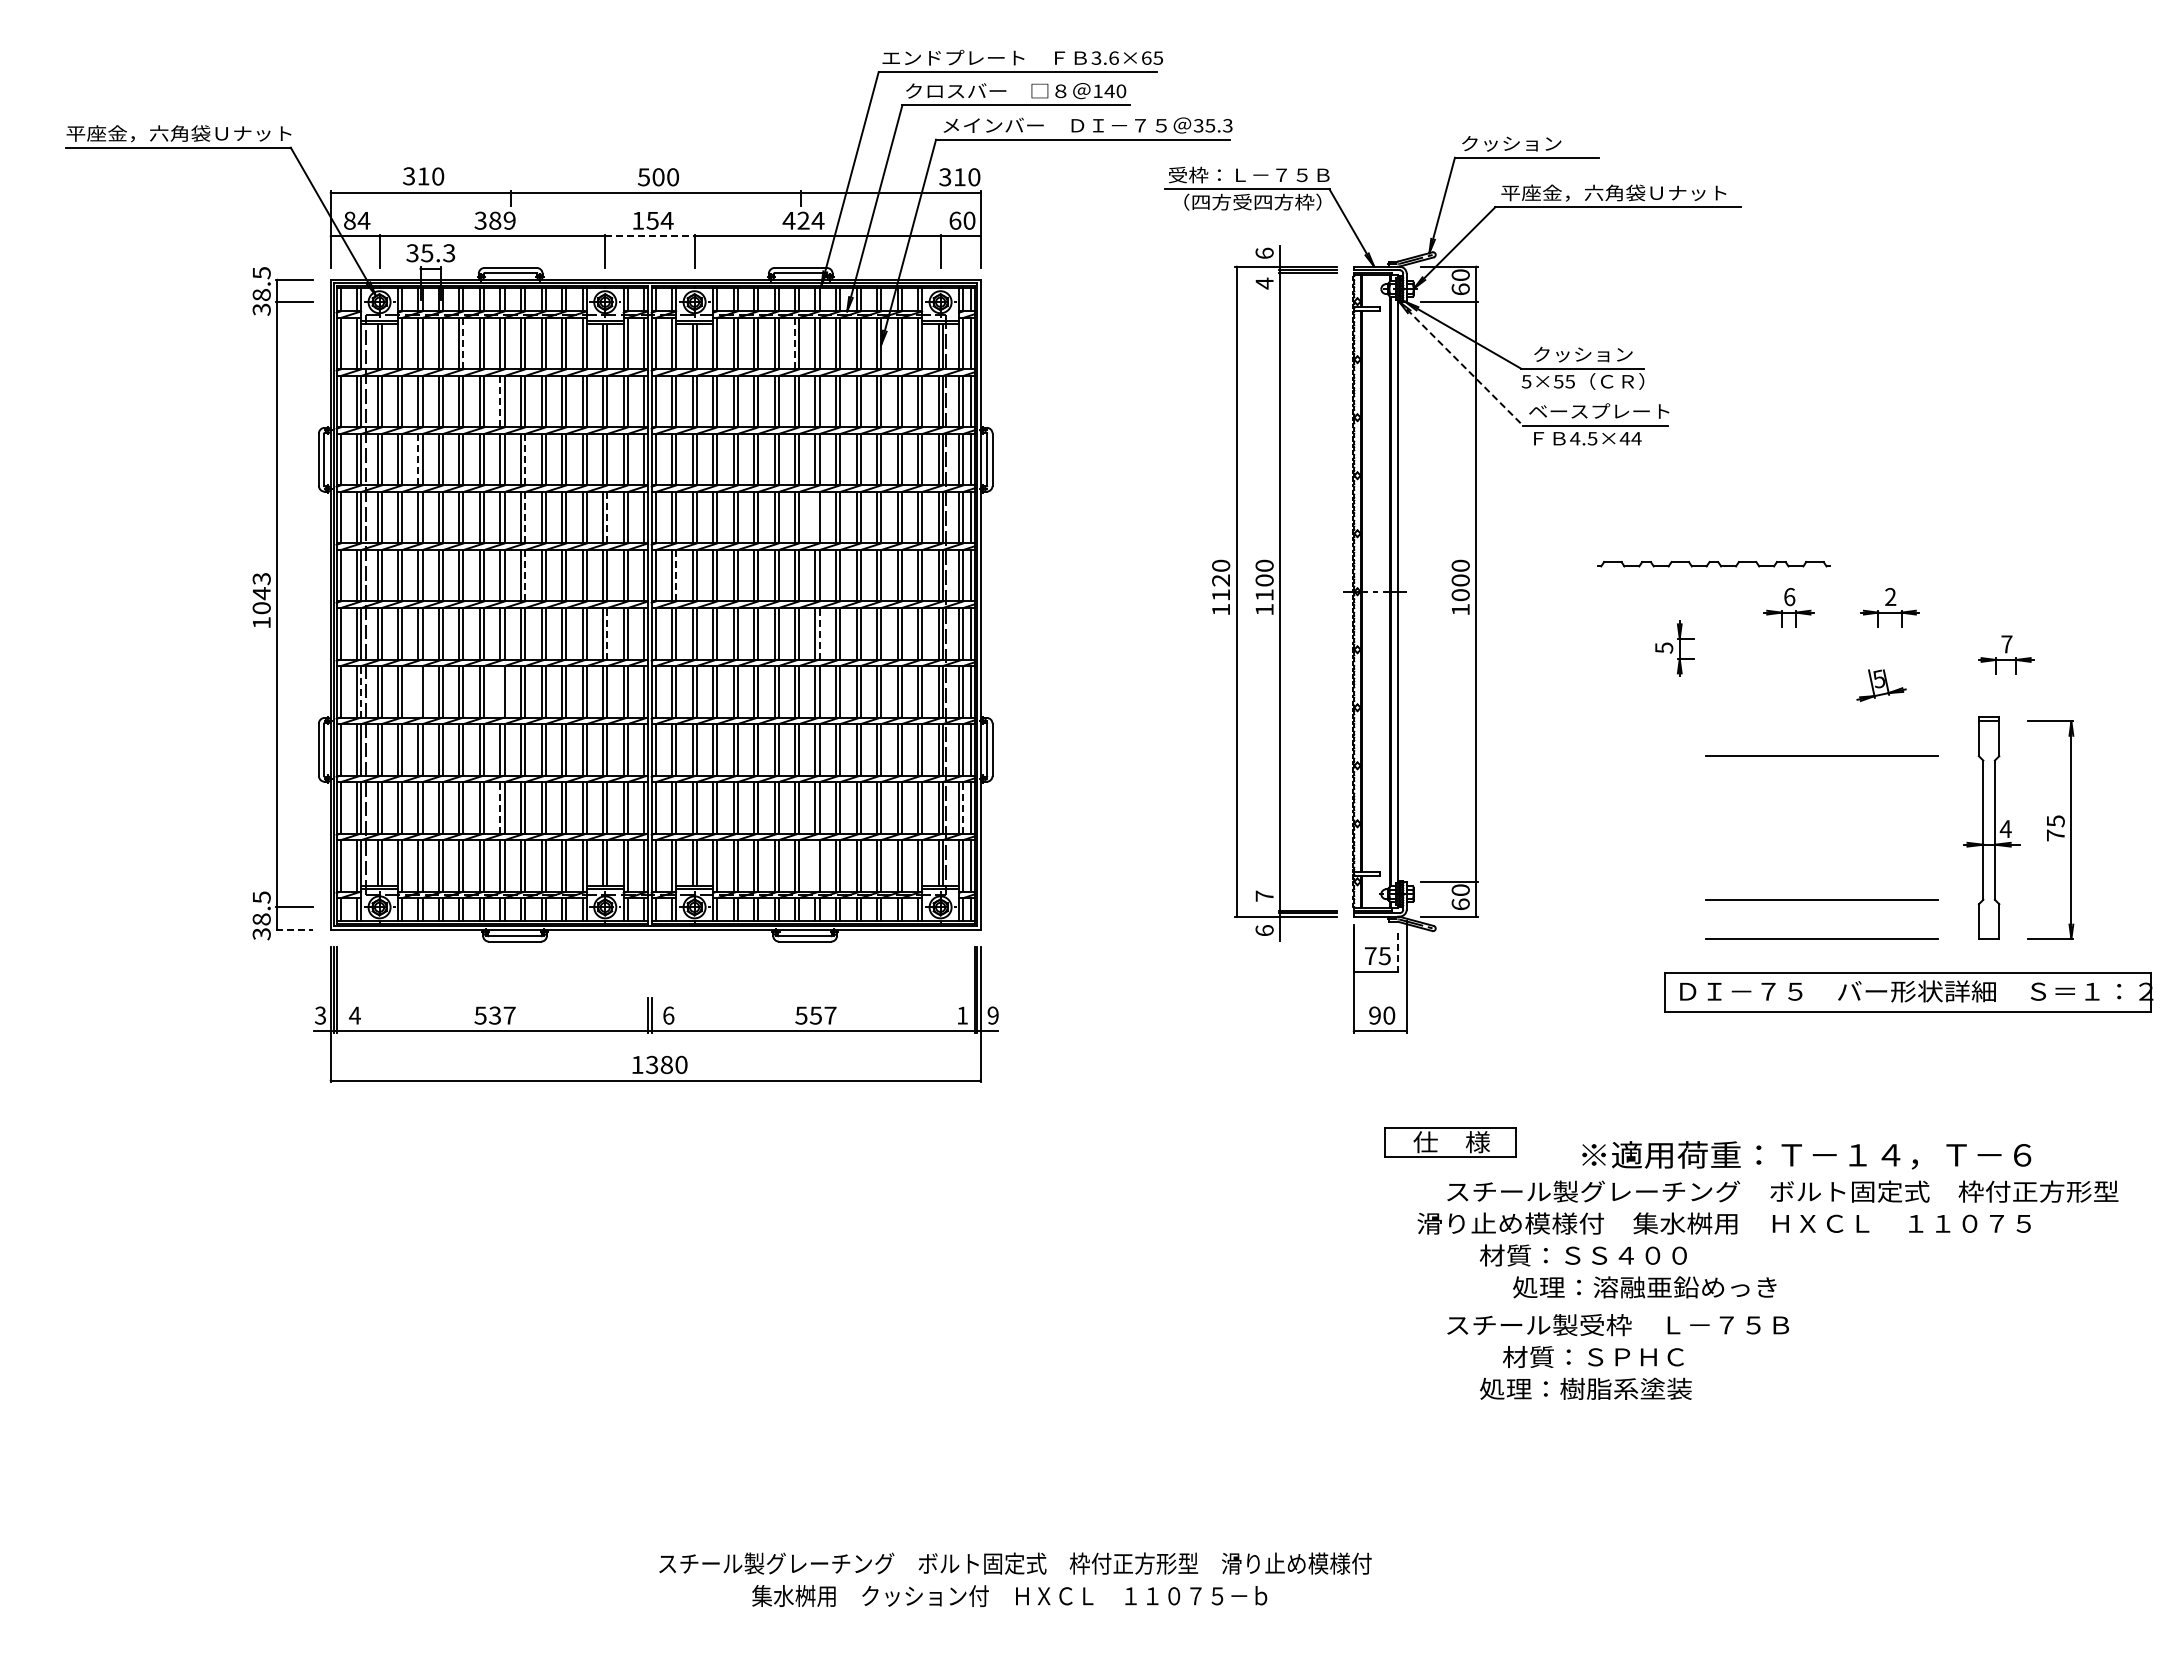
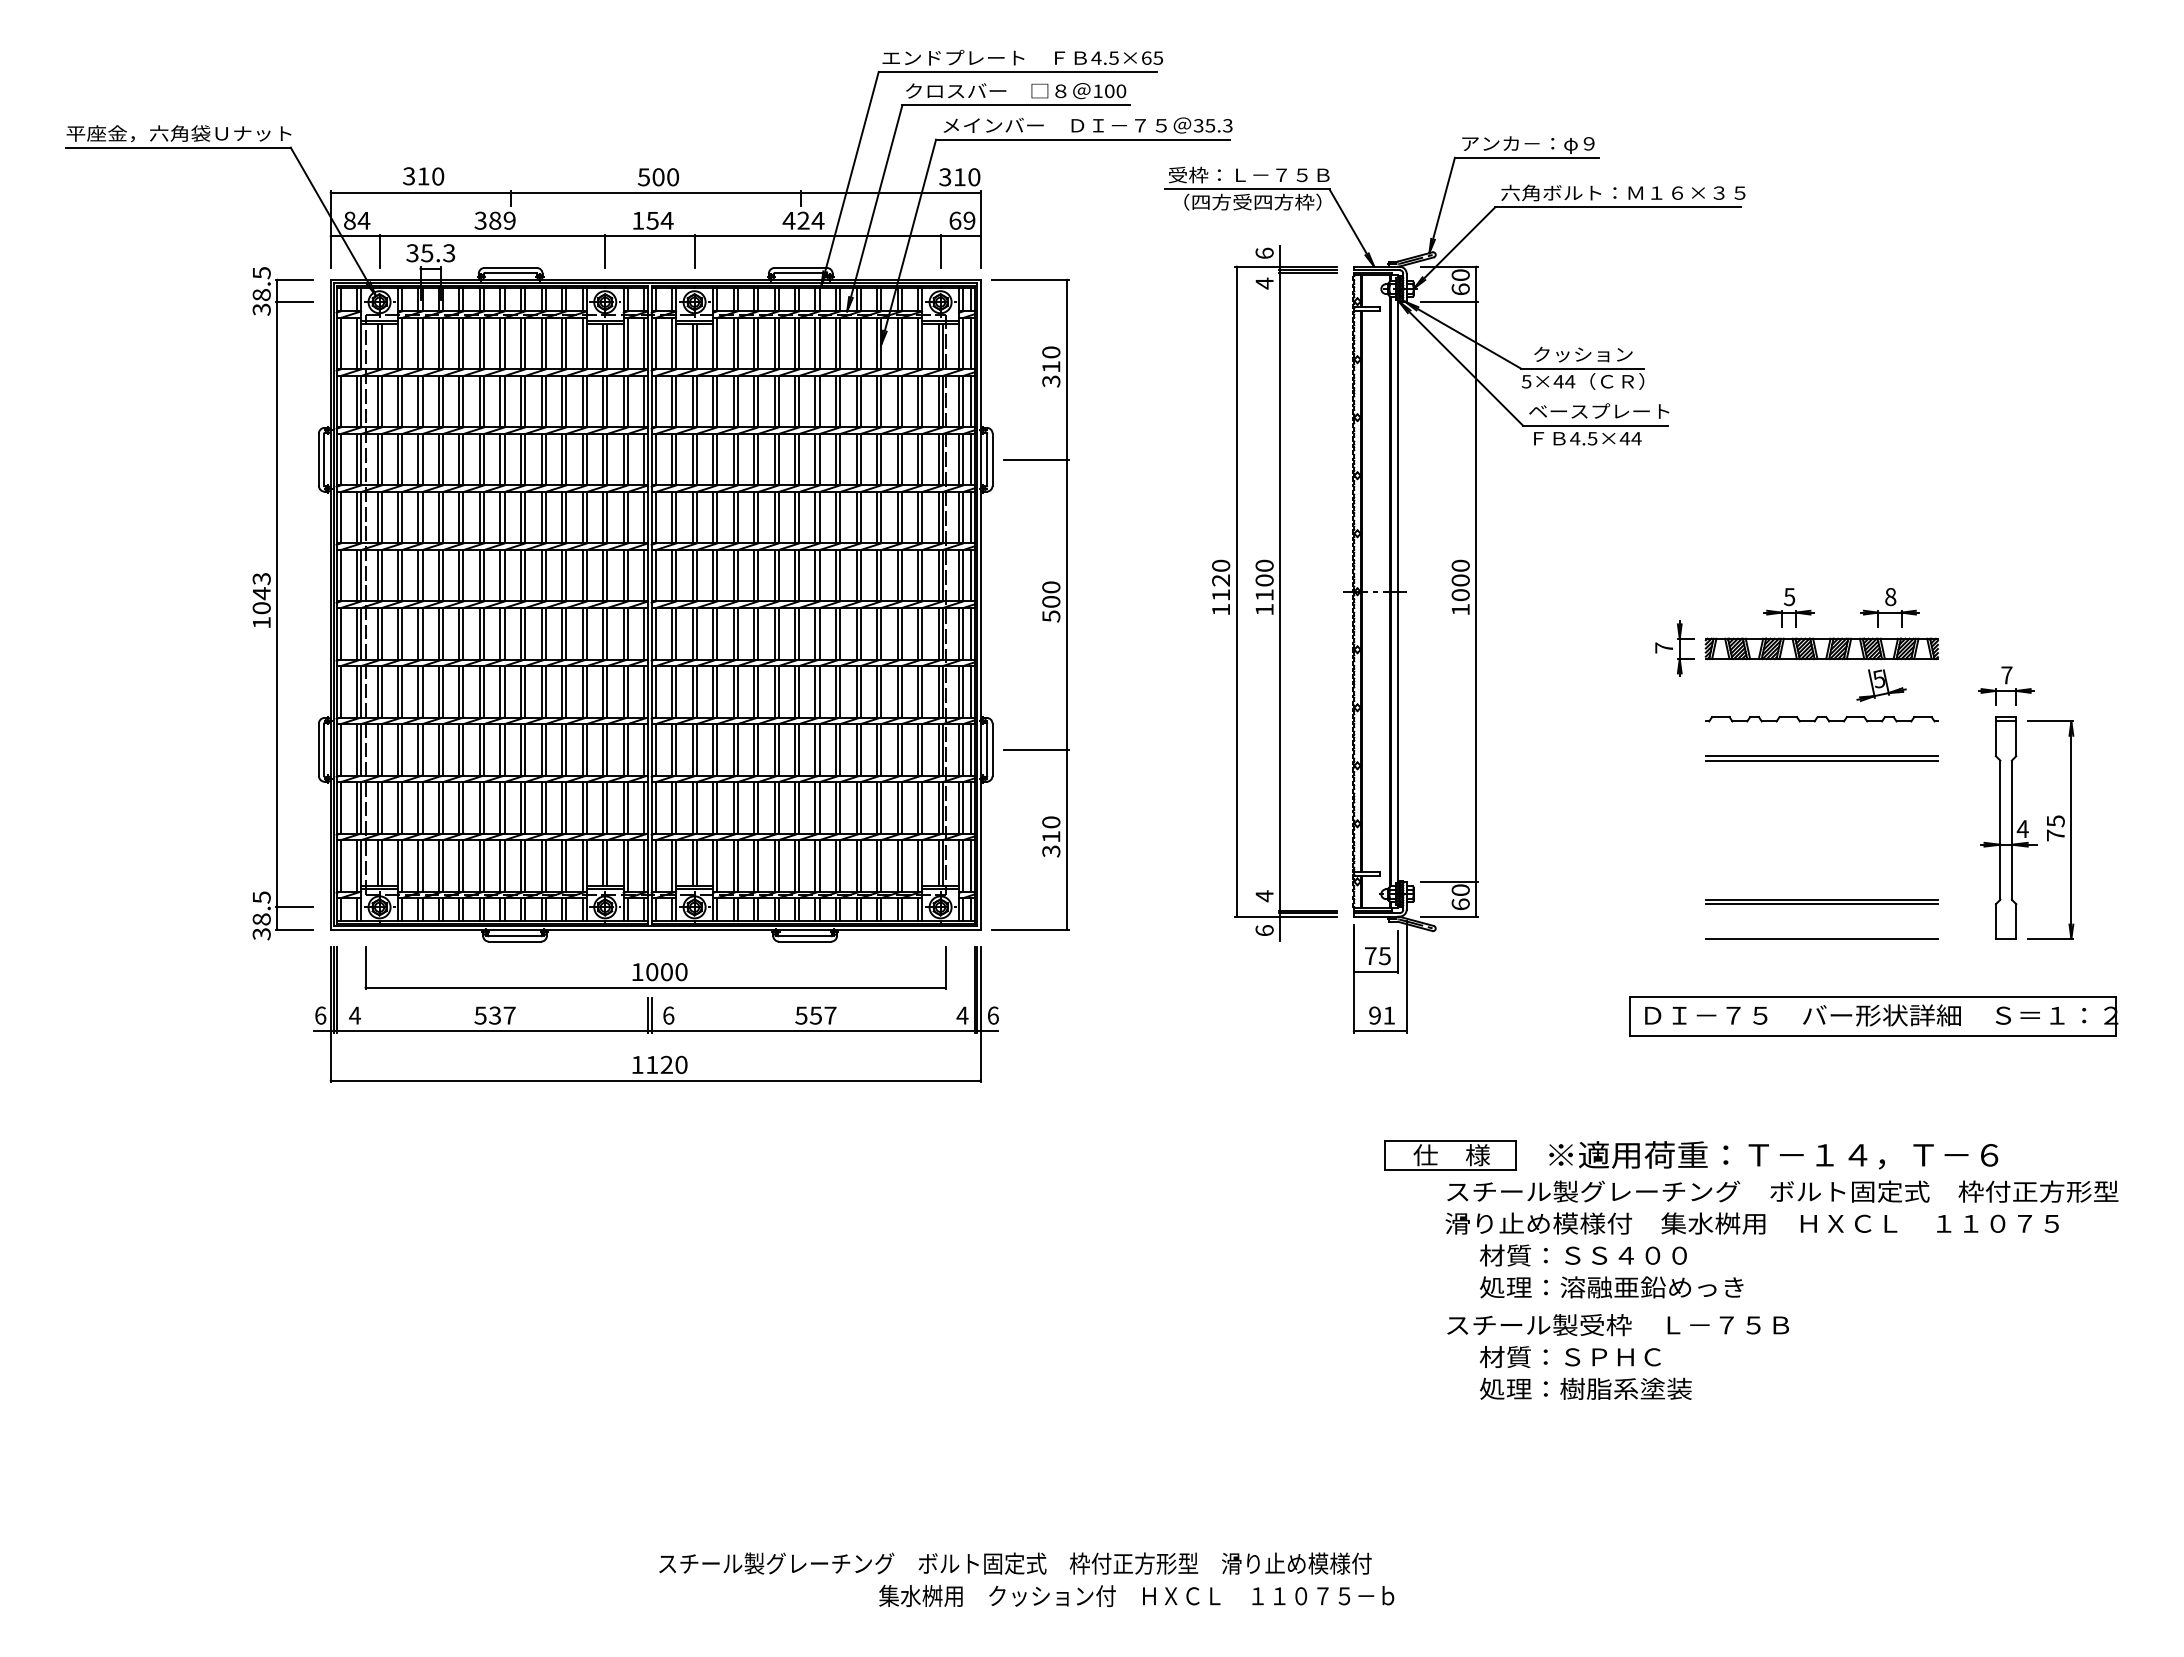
text at (1104, 57): 3.6×65 -> 4.5×65
text at (1109, 91): 140 -> 100
text at (1528, 145): クッション -> アンカ－：φ９
text at (1623, 192): 平座金，六角袋Ｕナット -> 六角ボルト：Ｍ１６×３５
text at (969, 220): 60 -> 69
line at (649, 236): dashed -> solid
line at (463, 343): dashed -> solid
line at (794, 343): dashed -> solid
line at (1461, 363): dashed -> solid
text at (1564, 381): 5×55 -> 5×44
line at (500, 401): dashed -> solid
line at (418, 459): dashed -> solid
line at (525, 459): dashed -> solid
line at (525, 517): dashed -> solid
line at (607, 517): dashed -> solid
line at (815, 517): none -> present
part at (1713, 564) position: (1713, 564) -> (1821, 719)
line at (525, 575): dashed -> solid
line at (676, 575): dashed -> solid
text at (1789, 597): 6 -> 5
text at (1890, 597): 2 -> 8
part at (1042, 603): none -> present
line at (607, 633): dashed -> solid
line at (819, 633): dashed -> solid
text at (1664, 647): 5 -> 7
part at (1821, 648): none -> present
part at (2006, 654) position: (2006, 654) -> (2006, 685)
line at (361, 691): dashed -> solid
line at (418, 691): none -> present
line at (500, 691): none -> present
line at (1821, 760): none -> present
line at (500, 807): dashed -> solid
line at (963, 807): dashed -> solid
part at (1991, 827) position: (1991, 827) -> (2008, 827)
line at (815, 865): none -> present
text at (1264, 896): 7 -> 4
line at (1821, 904): none -> present
line at (294, 929): dashed -> solid
line at (1397, 951): dashed -> solid
part at (655, 967): none -> present
part at (1908, 992) position: (1908, 992) -> (1873, 1016)
text at (320, 1015): 3 -> 6
text at (962, 1015): 1 -> 4
text at (992, 1015): 9 -> 6
text at (1389, 1015): 90 -> 91
text at (659, 1064): 1380 -> 1120
part at (1450, 1142) position: (1450, 1142) -> (1450, 1155)
text at (1806, 1155) position: (1806, 1155) -> (1773, 1155)
text at (1723, 1223) position: (1723, 1223) -> (1751, 1223)
text at (1644, 1287) position: (1644, 1287) -> (1611, 1287)
text at (1593, 1356) position: (1593, 1356) -> (1570, 1356)
text at (1009, 1595) position: (1009, 1595) -> (1136, 1595)
